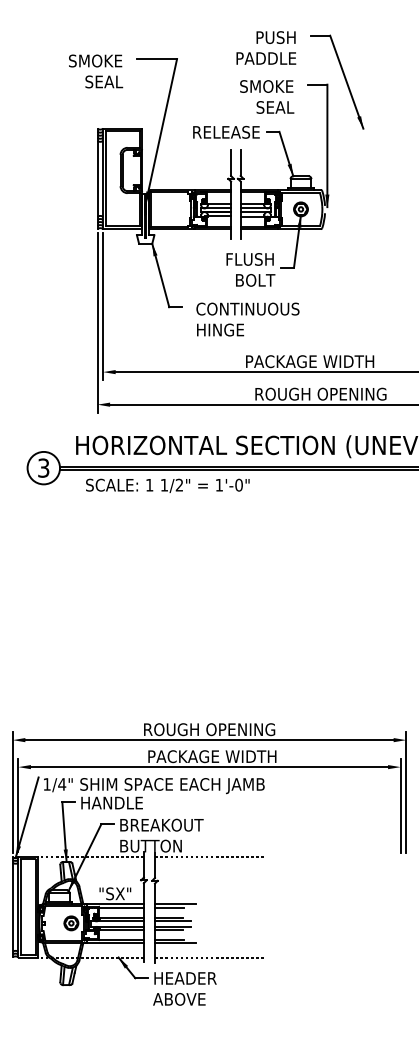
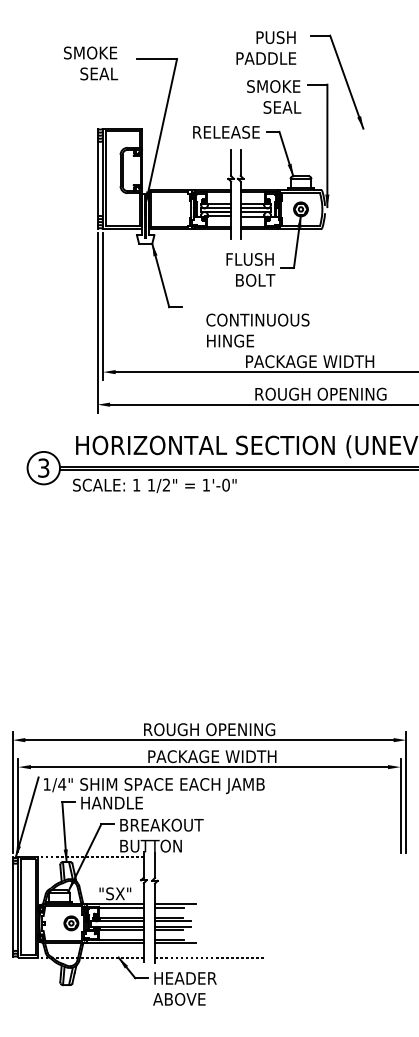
text at (96, 71) position: (96, 71) -> (91, 63)
text at (267, 96) position: (267, 96) -> (274, 96)
text at (247, 319) position: (247, 319) -> (257, 330)
text at (167, 485) position: (167, 485) -> (154, 485)
line at (208, 857): present -> none
